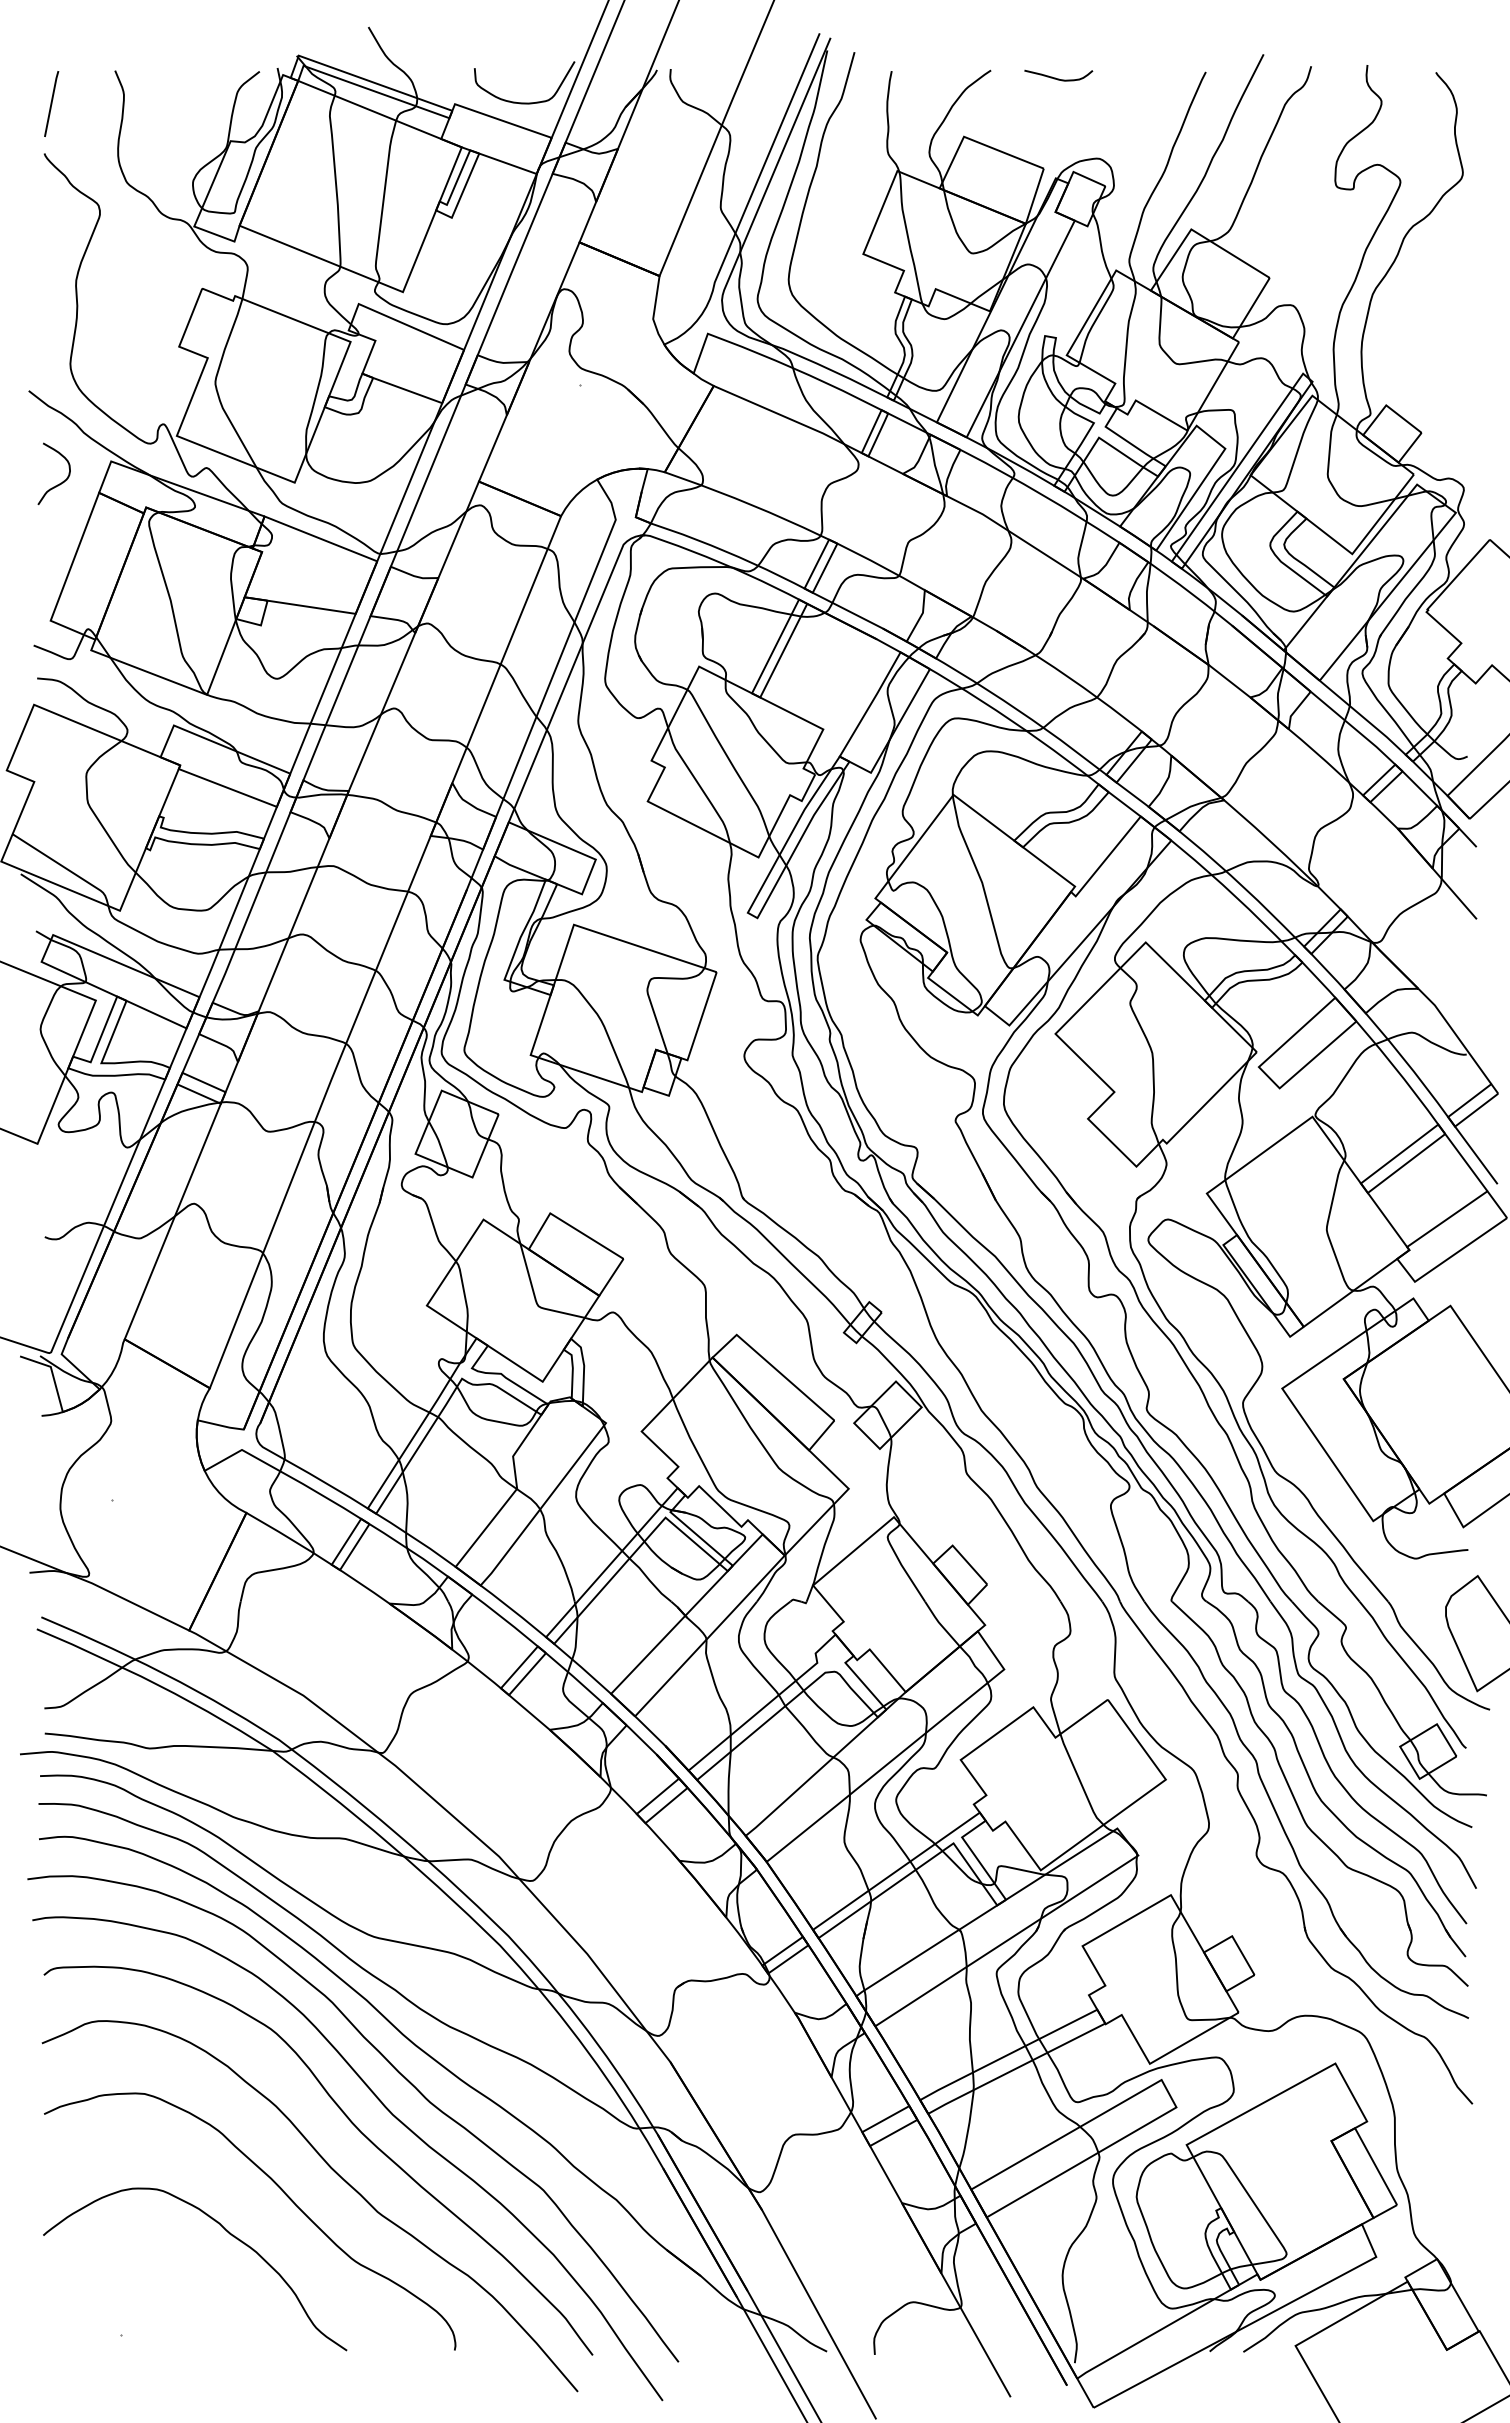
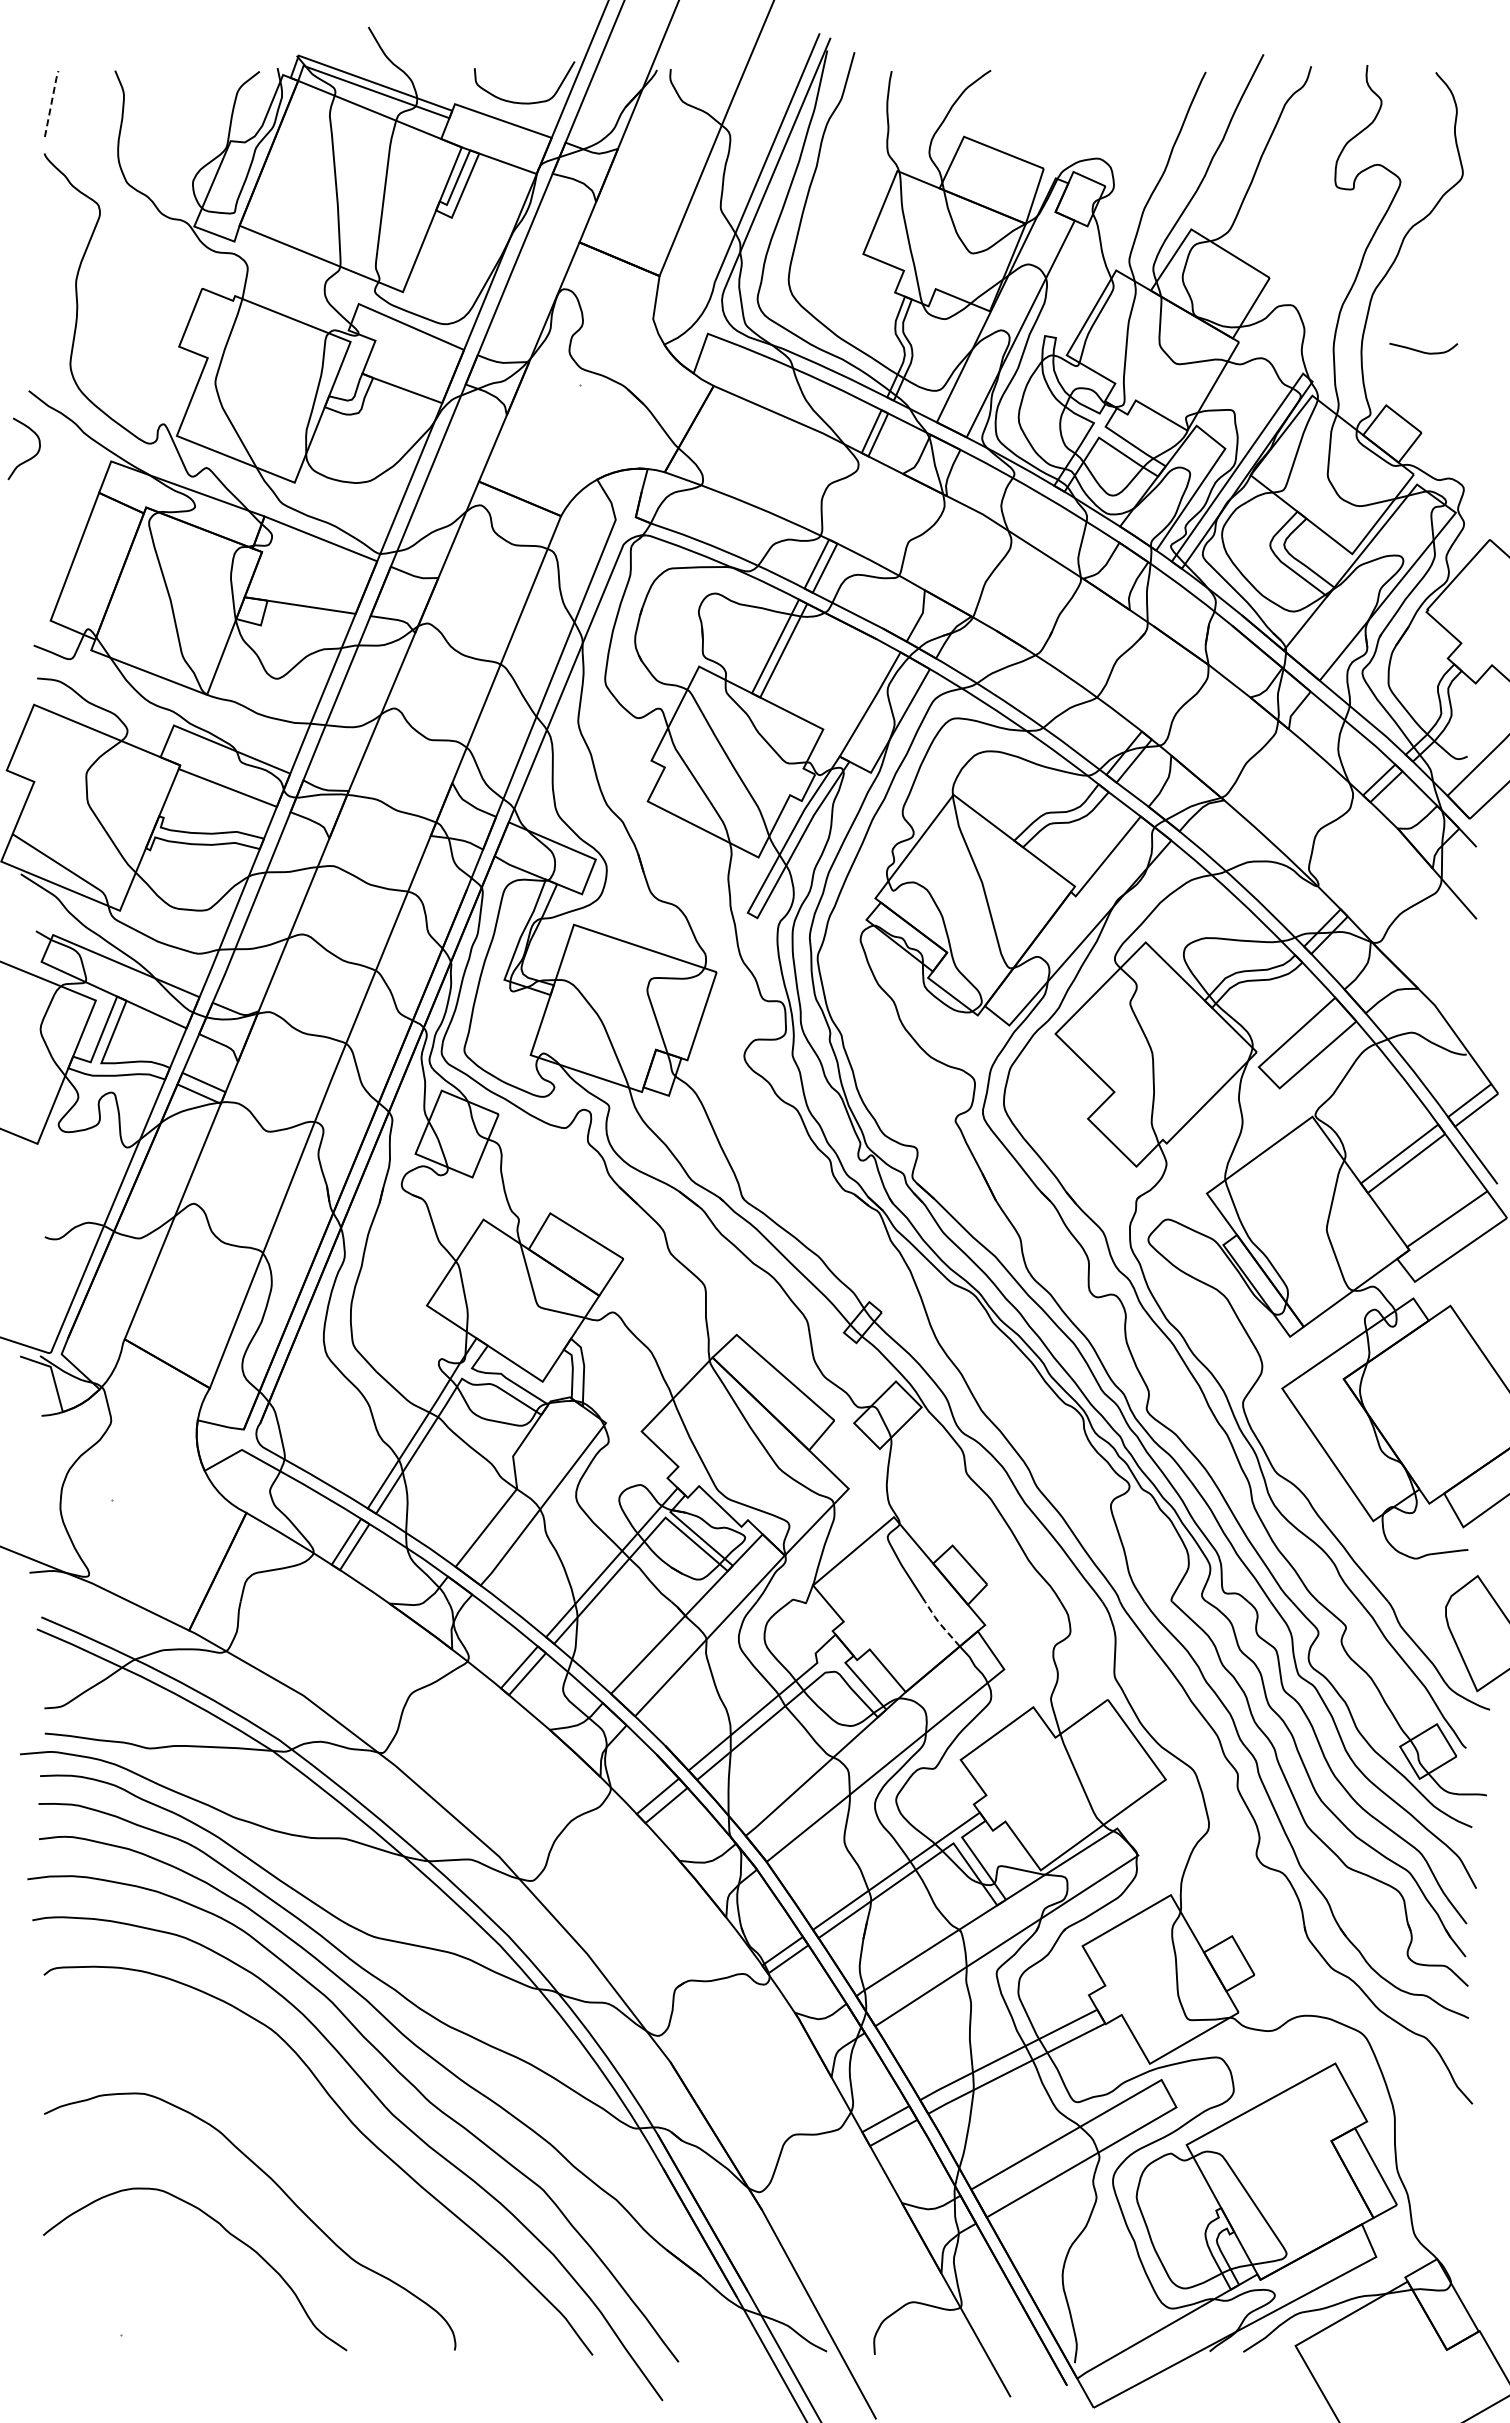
curve at (1058, 78) position: (1058, 78) -> (1423, 351)
line at (51, 102): solid -> dashed
curve at (60, 482) position: (60, 482) -> (30, 457)
line at (940, 1623): solid -> dashed
curve at (338, 2176): present -> none
